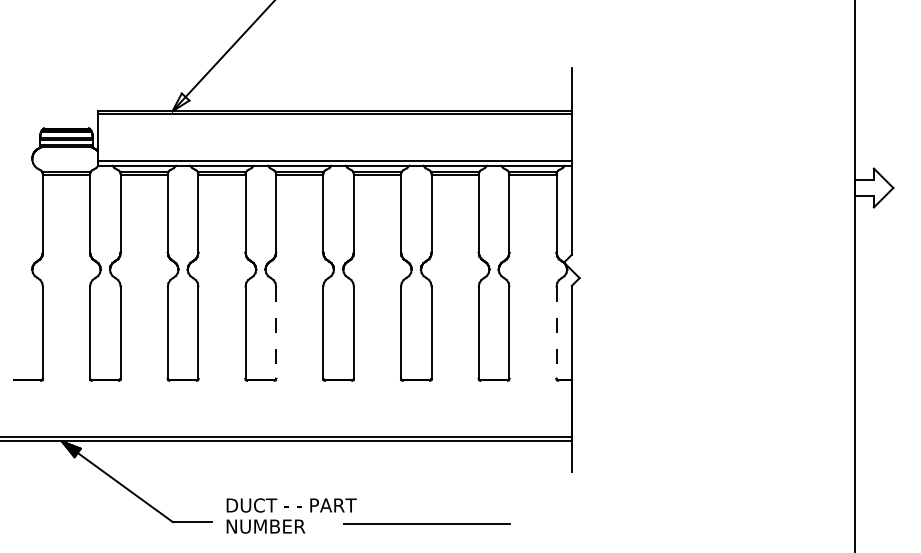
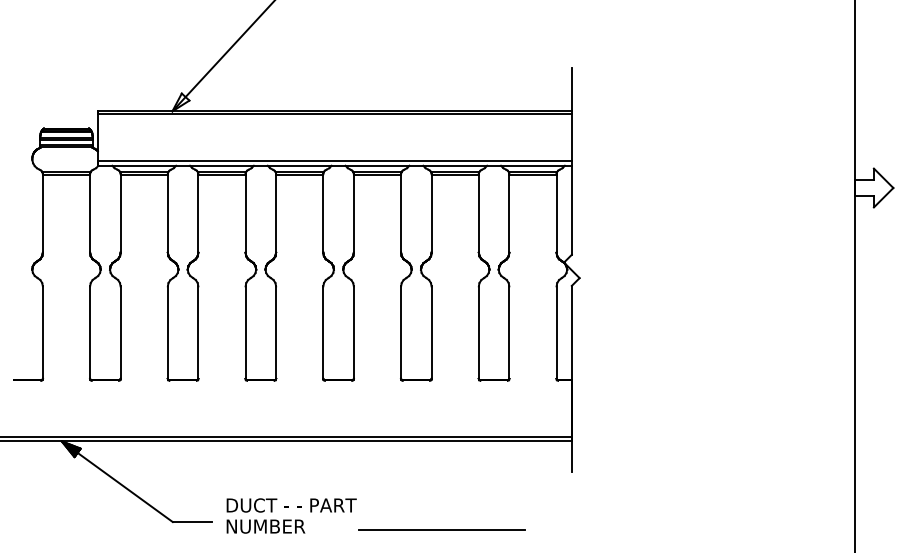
line at (276, 333): dashed -> solid
line at (556, 333): dashed -> solid
line at (426, 523) position: (426, 523) -> (441, 529)
